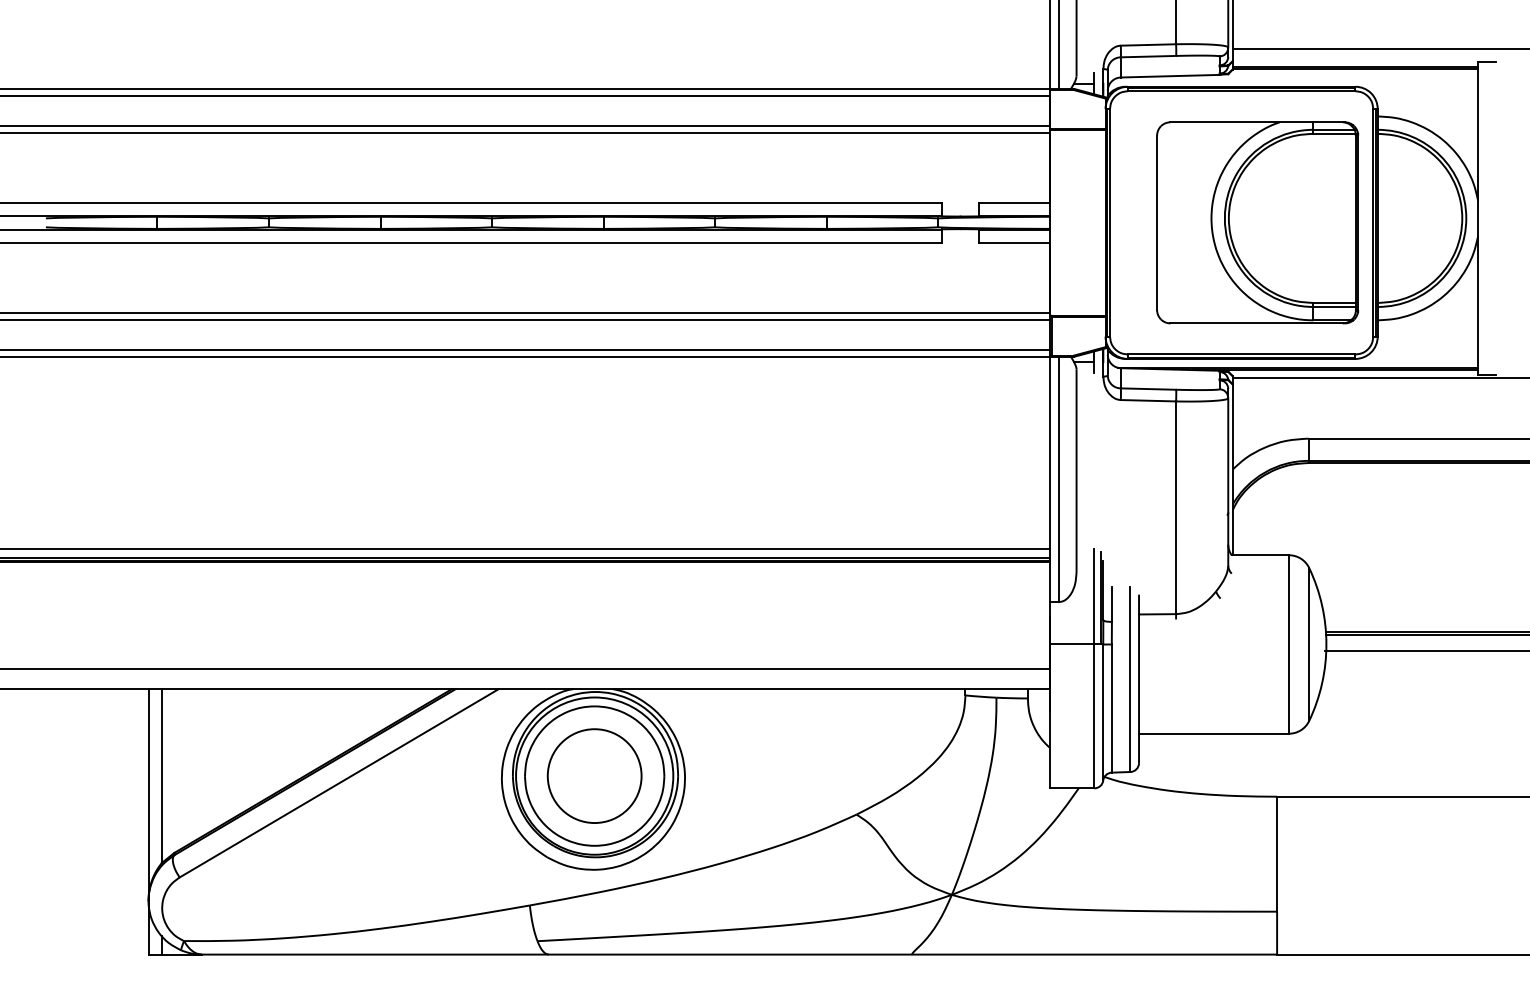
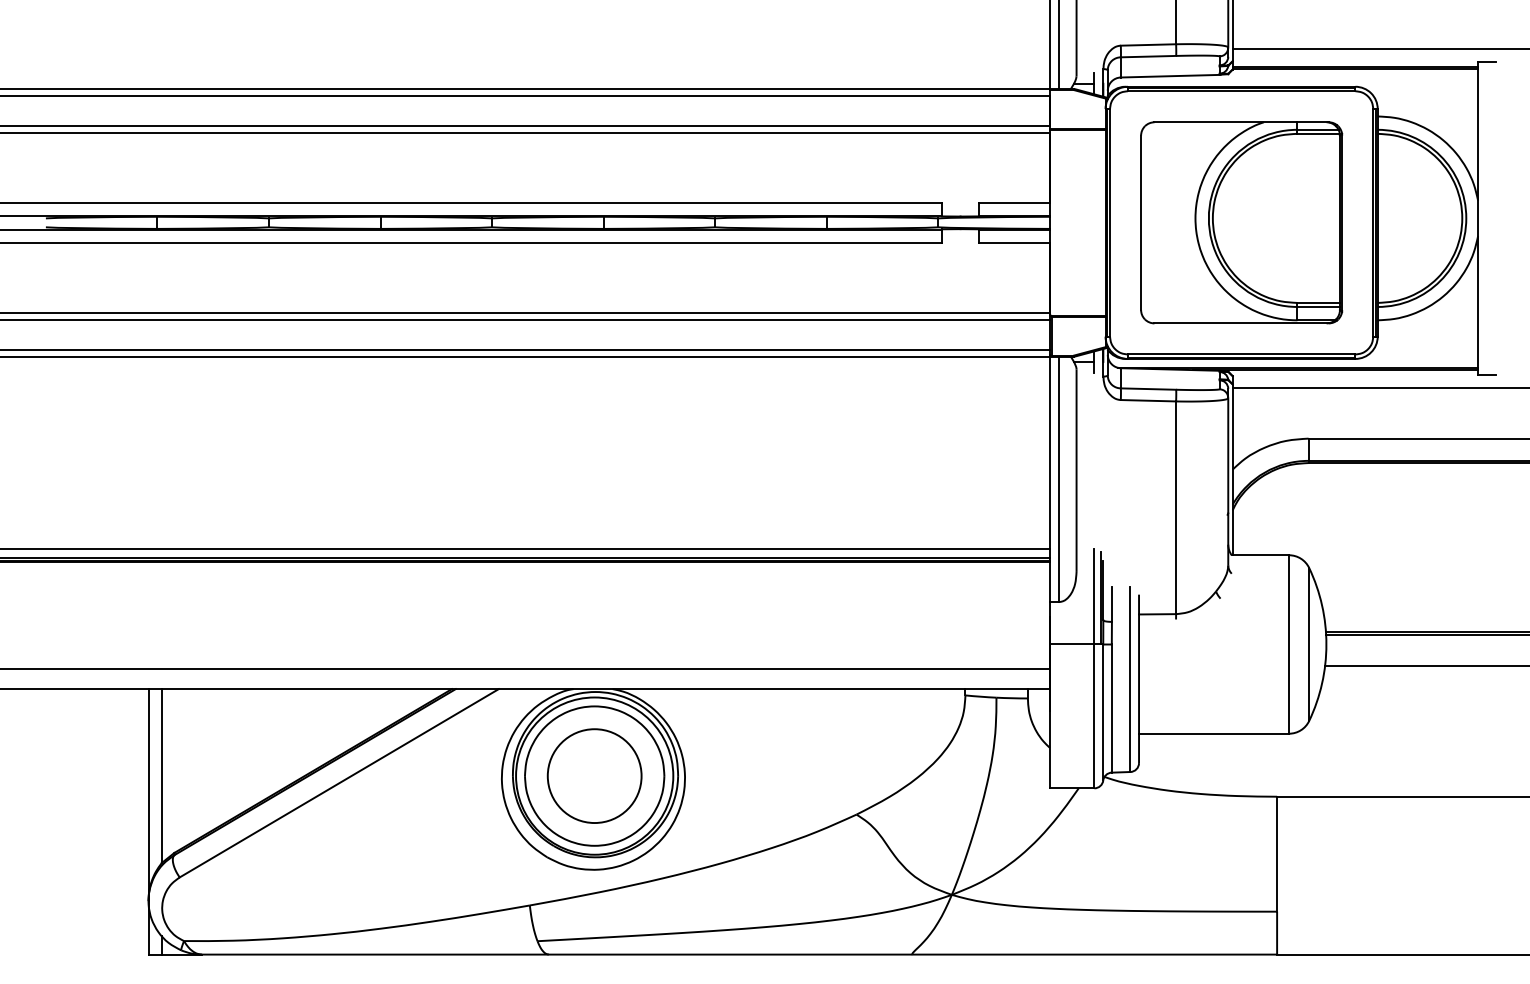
part at (1257, 222) position: (1257, 222) -> (1241, 222)
line at (1379, 377) position: (1379, 377) -> (1379, 387)
line at (1425, 651) position: (1425, 651) -> (1425, 666)
